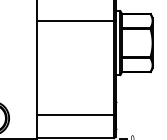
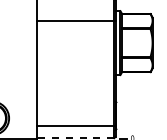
line at (76, 115) position: (76, 115) -> (76, 126)
line at (75, 138): solid -> dashed
